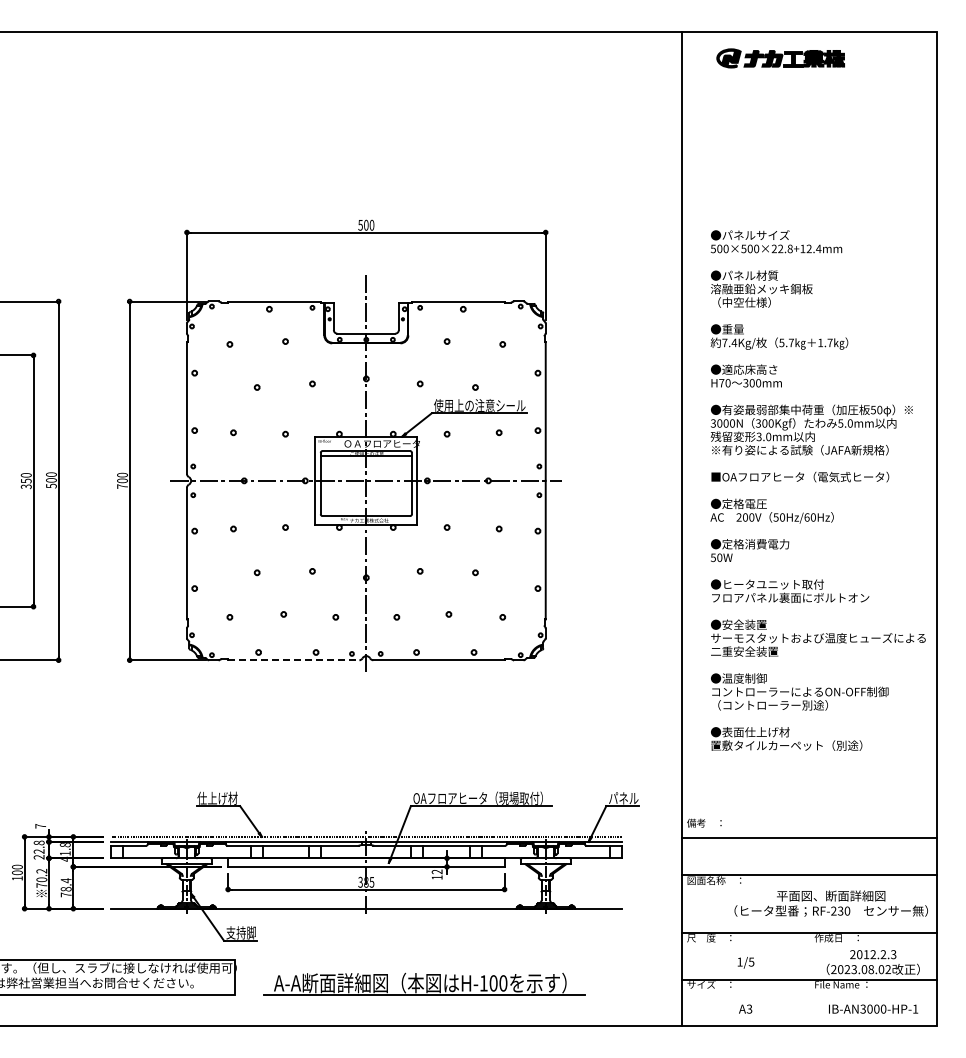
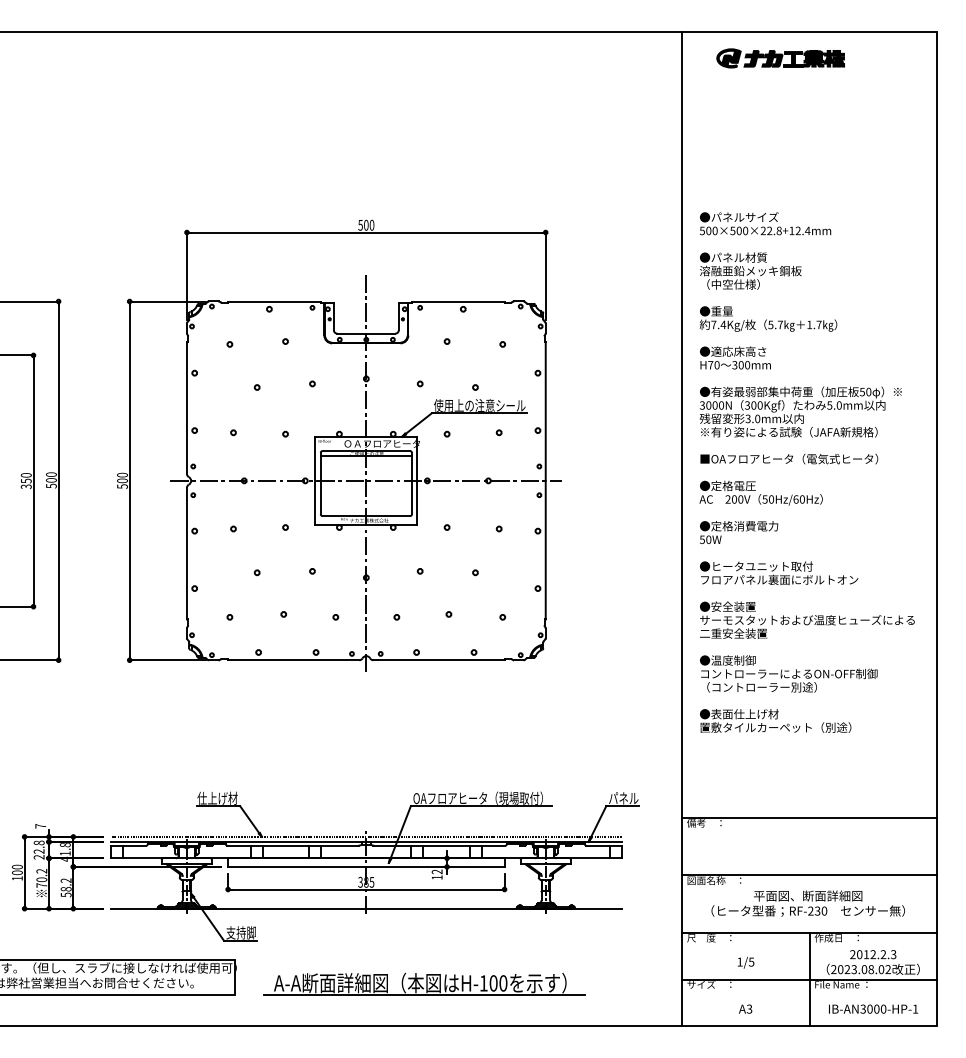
text at (122, 486): 700 -> 500
text at (817, 490) position: (817, 490) -> (806, 472)
line at (293, 660): dashed -> solid
line at (809, 838) position: (809, 838) -> (809, 818)
text at (65, 887): 78.4 -> 58.2
text at (830, 903) position: (830, 903) -> (807, 903)
line at (809, 979): none -> present
